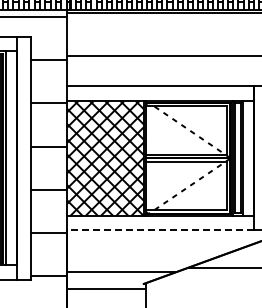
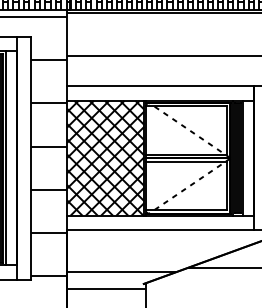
hatch at (238, 158): none -> present
line at (160, 230): dashed -> solid
